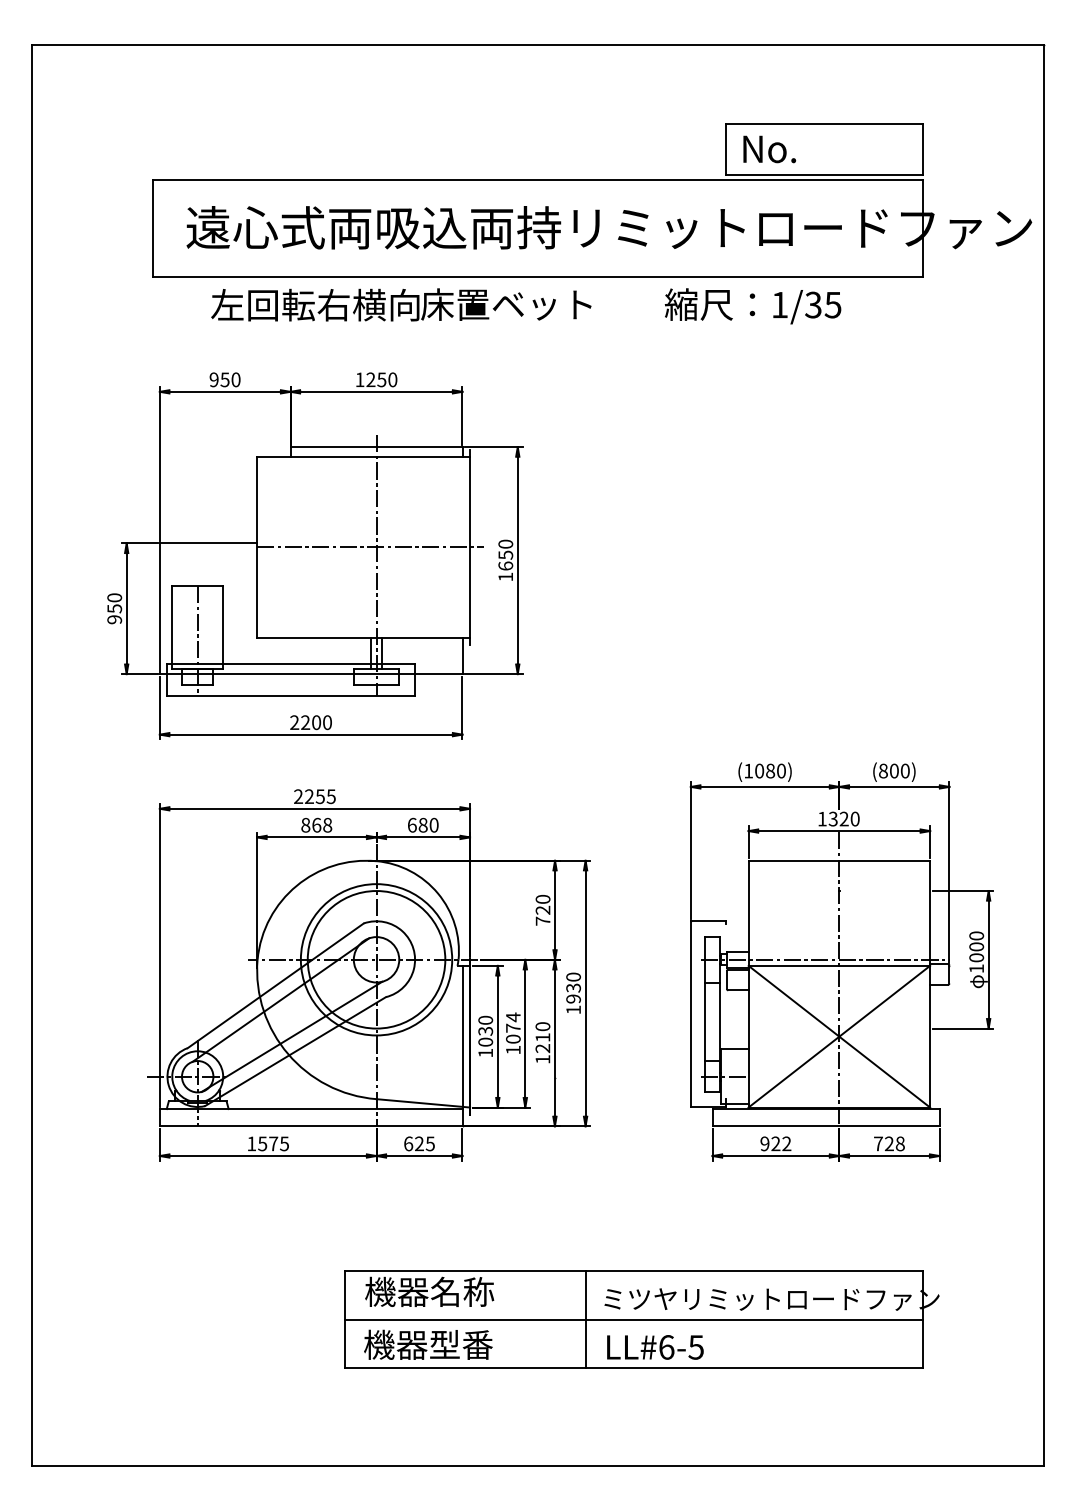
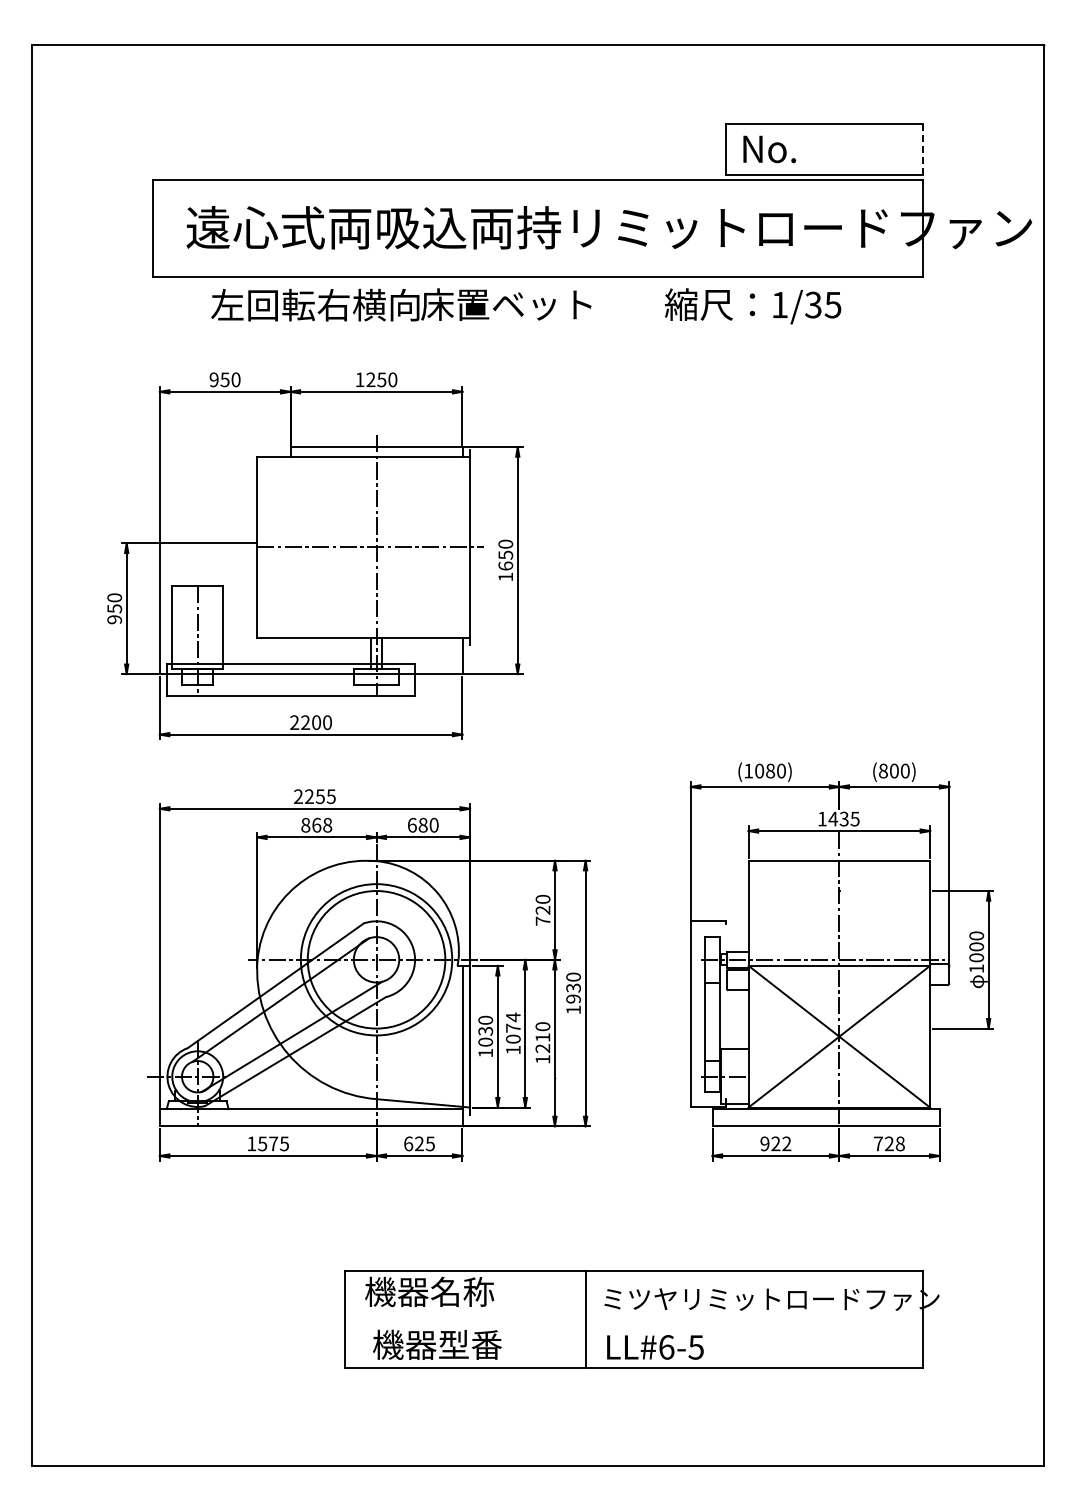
line at (923, 149): solid -> dashed
text at (843, 818): 1320 -> 1435
line at (634, 1319): present -> none
text at (428, 1344) position: (428, 1344) -> (437, 1344)
